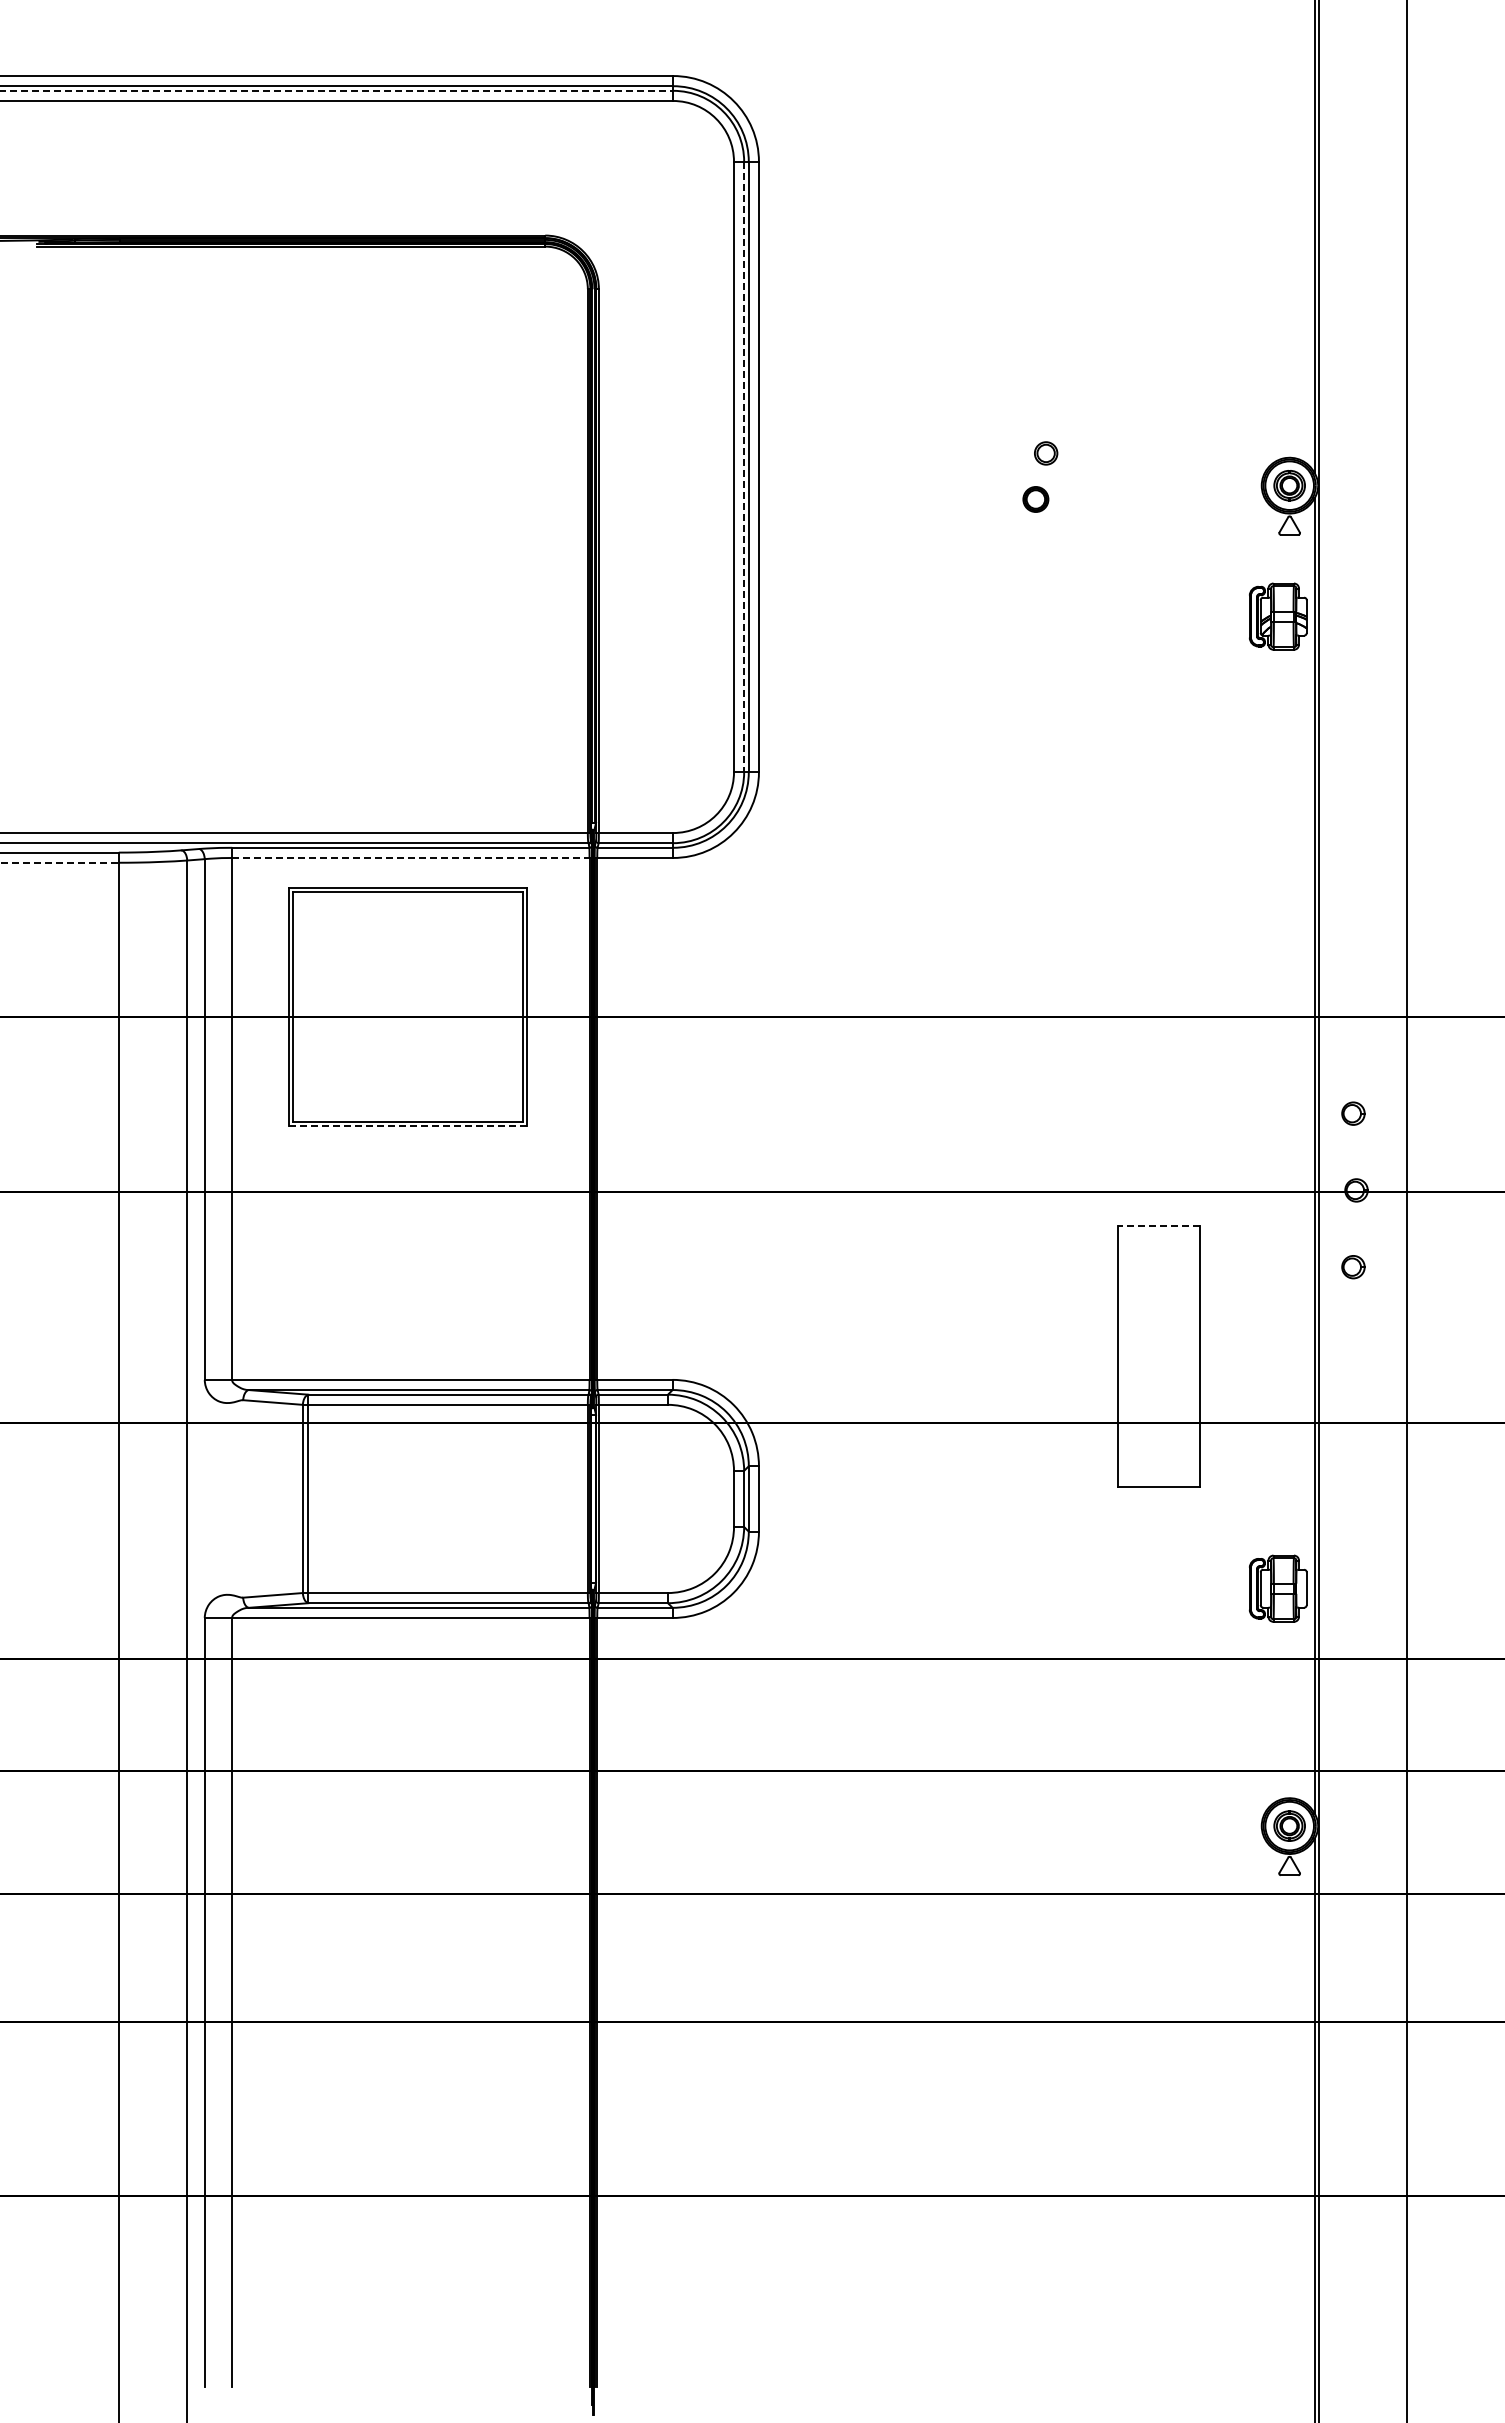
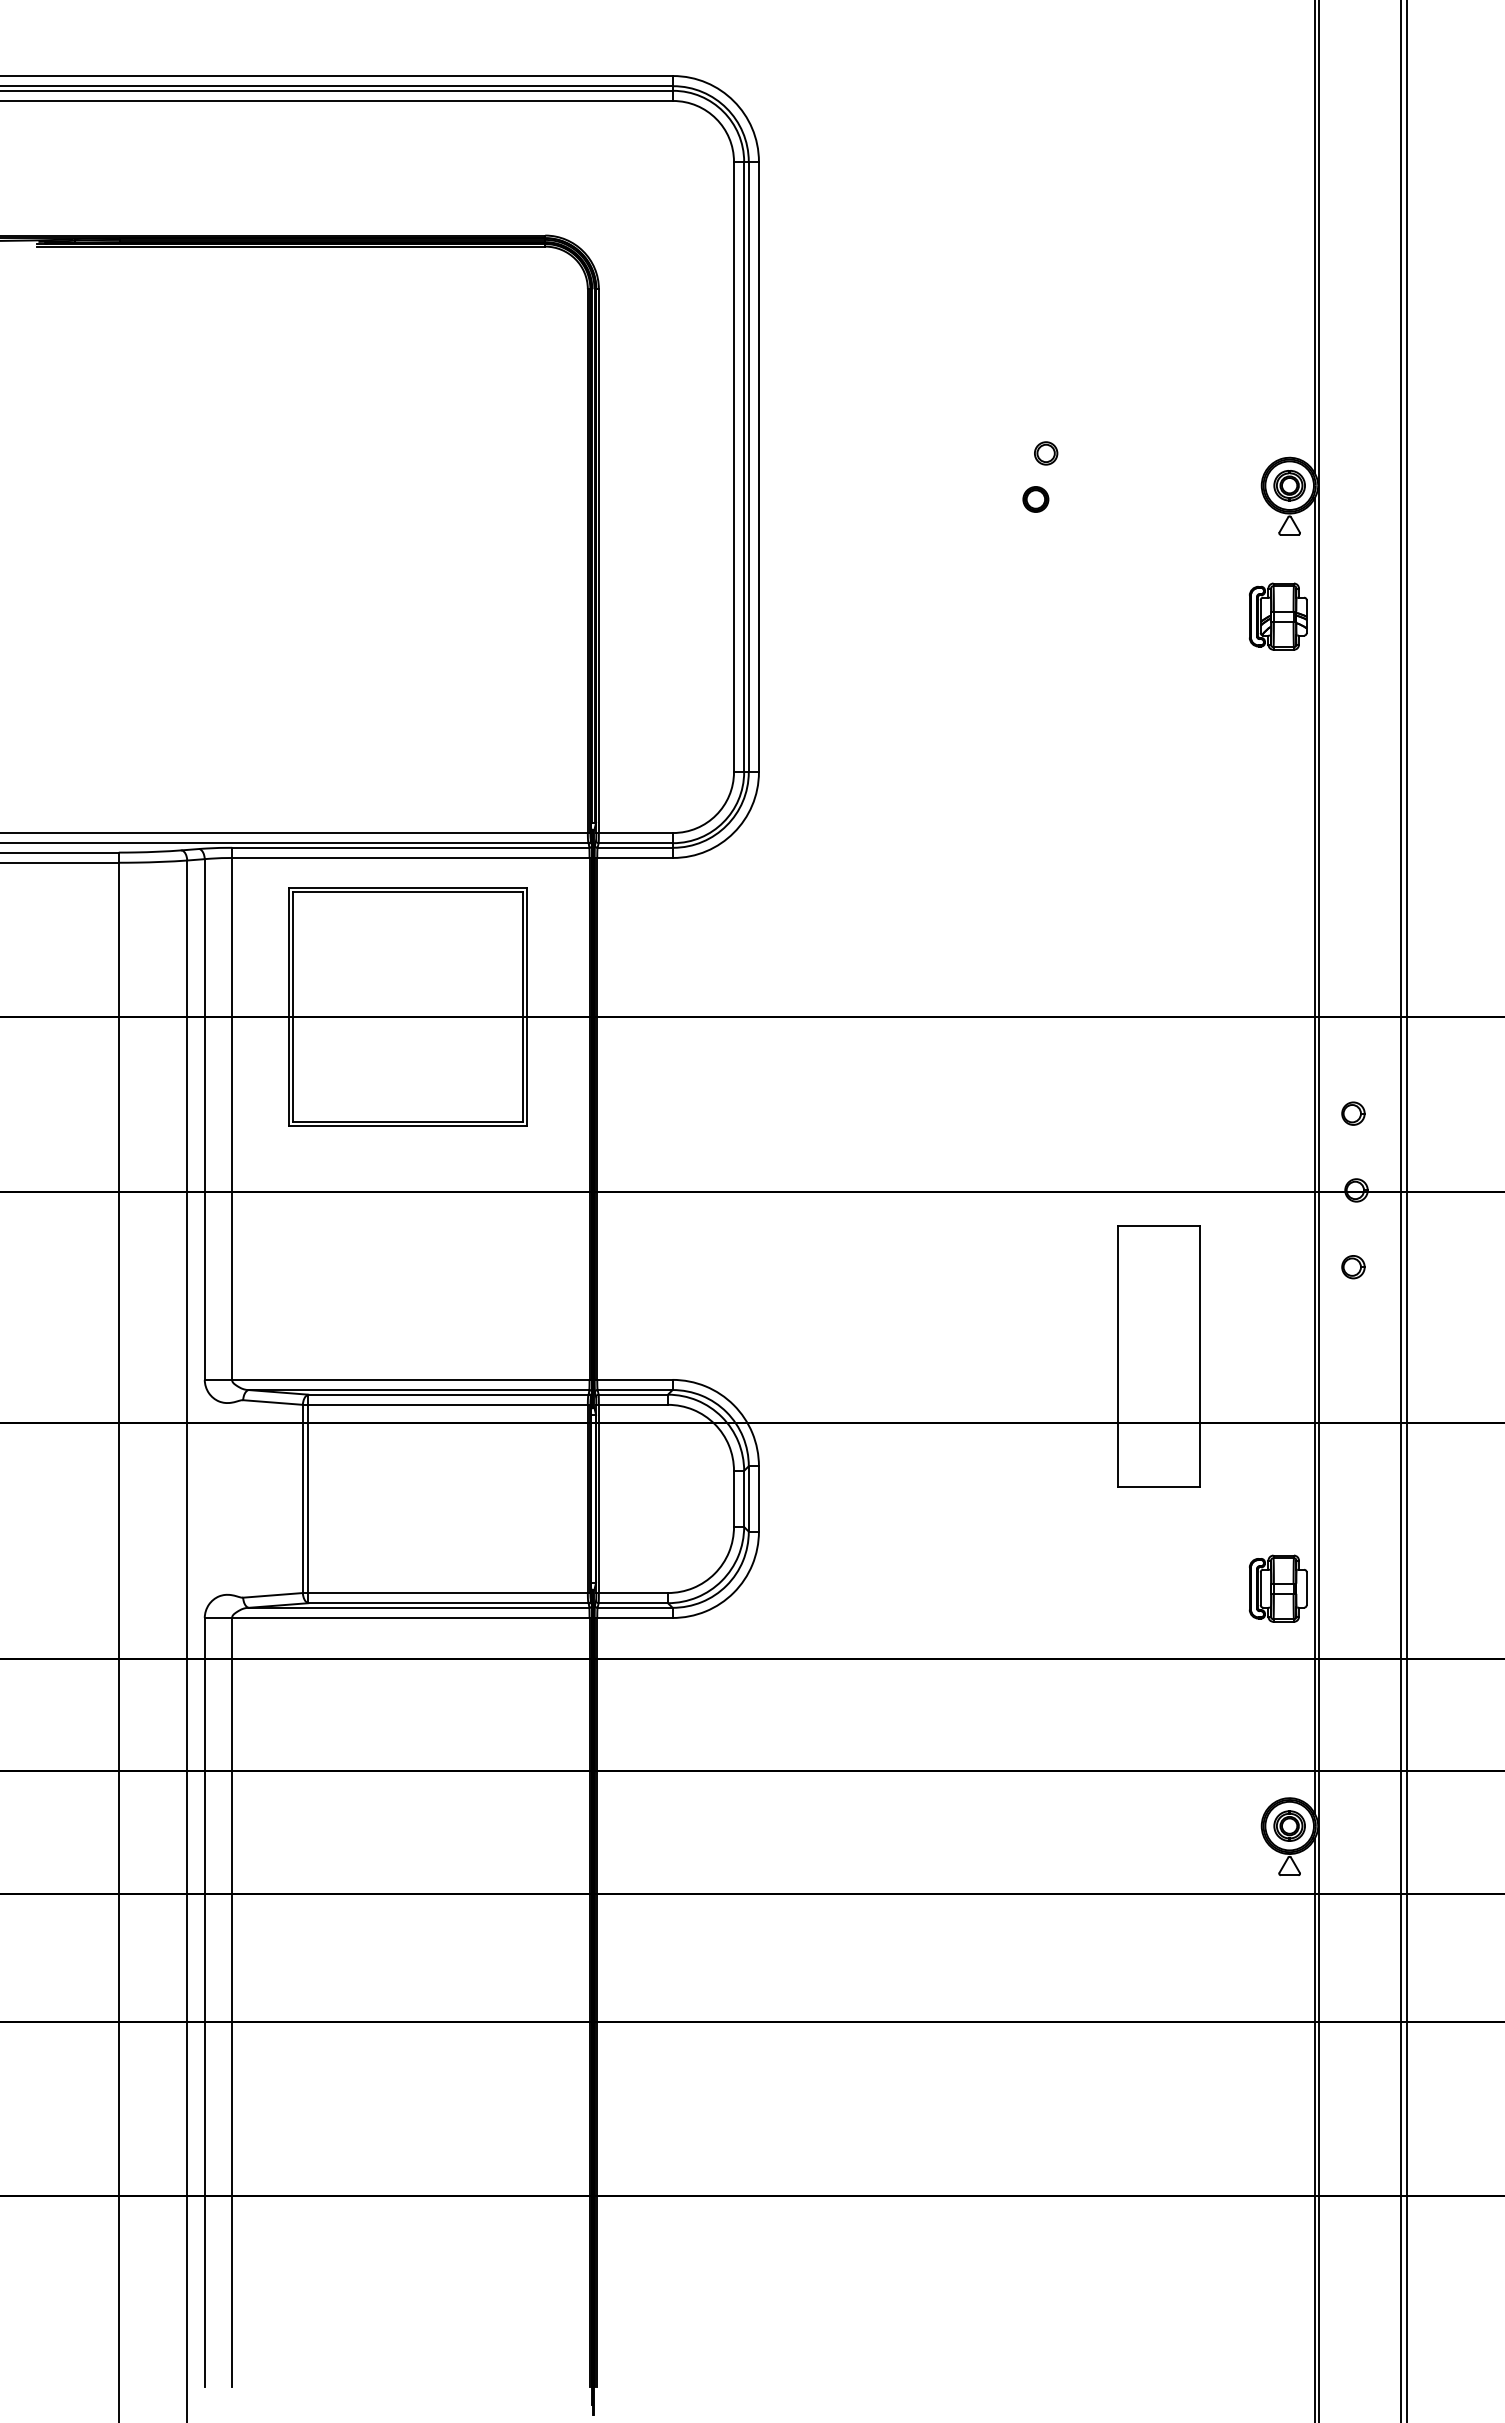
line at (337, 90): dashed -> solid
line at (744, 467): dashed -> solid
line at (412, 857): dashed -> solid
line at (59, 862): dashed -> solid
line at (407, 1126): dashed -> solid
line at (1400, 1210): none -> present
line at (1158, 1225): dashed -> solid
